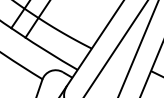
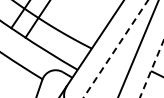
line at (116, 48): solid -> dashed
line at (152, 68): solid -> dashed
